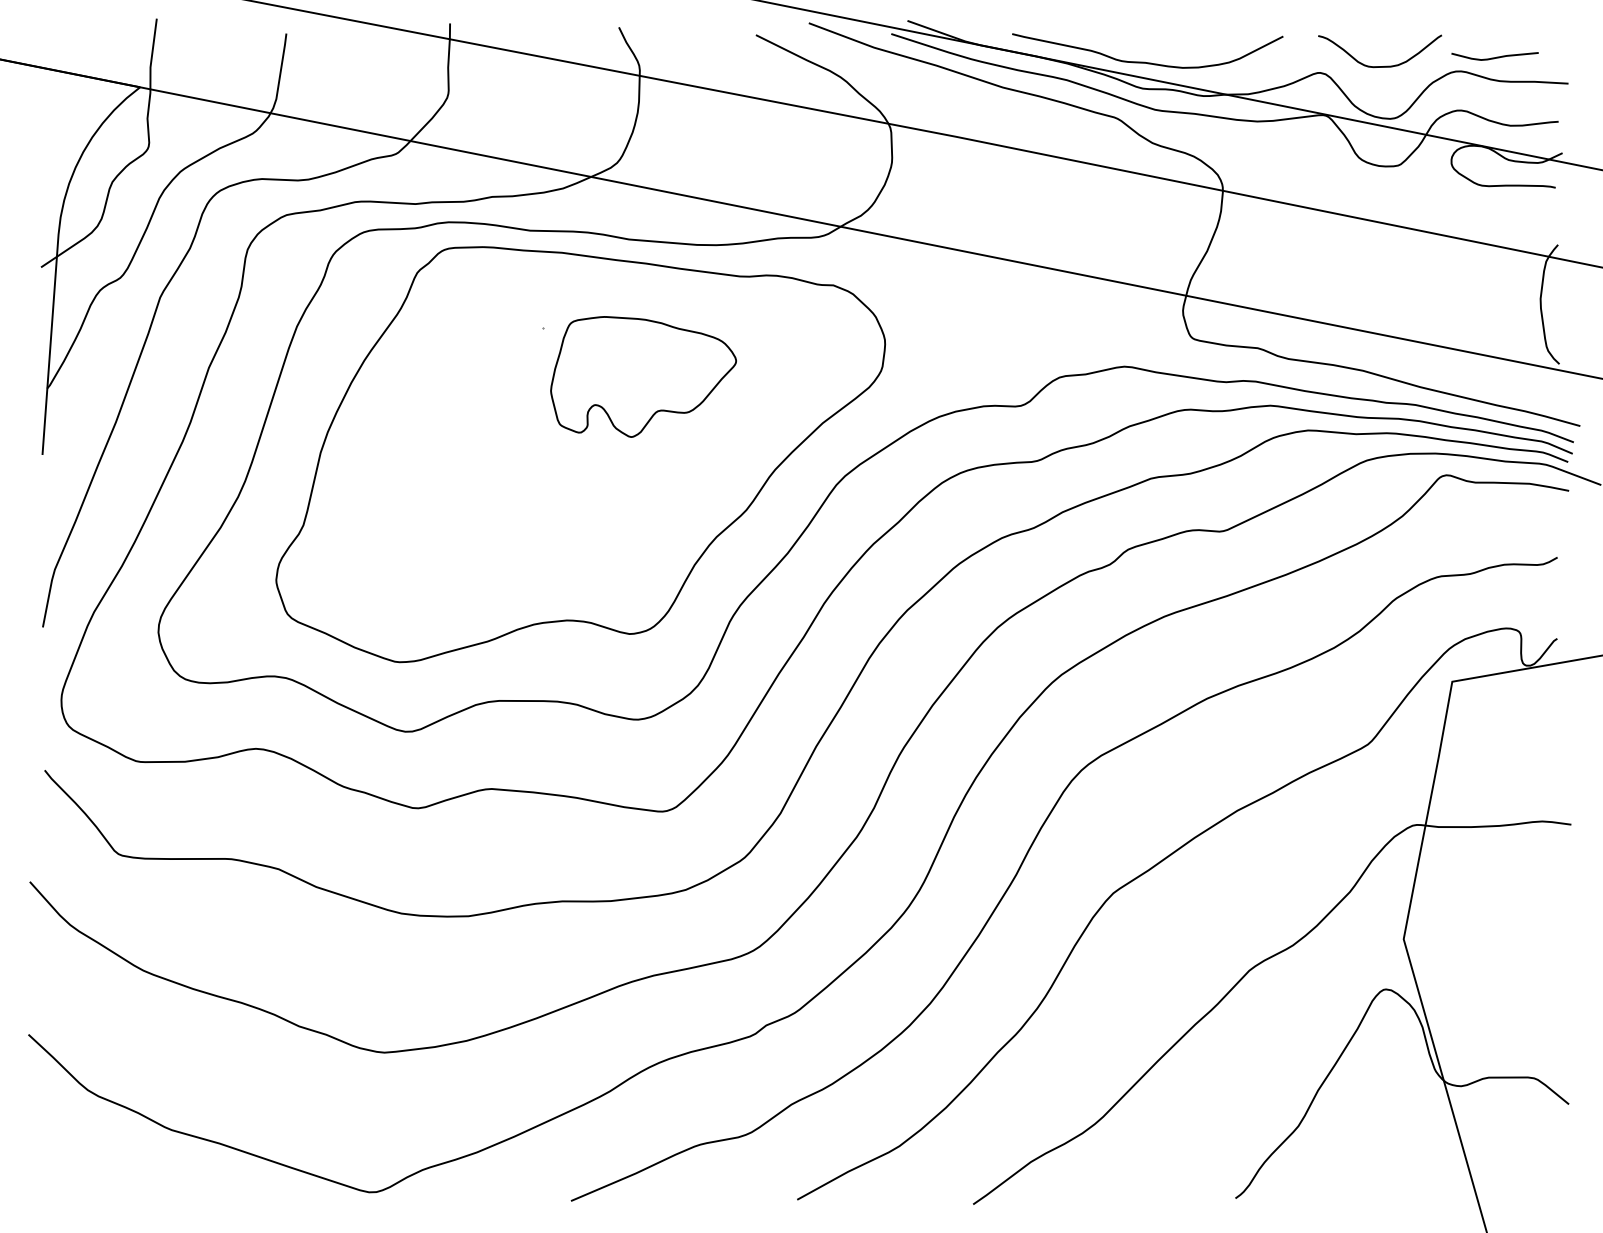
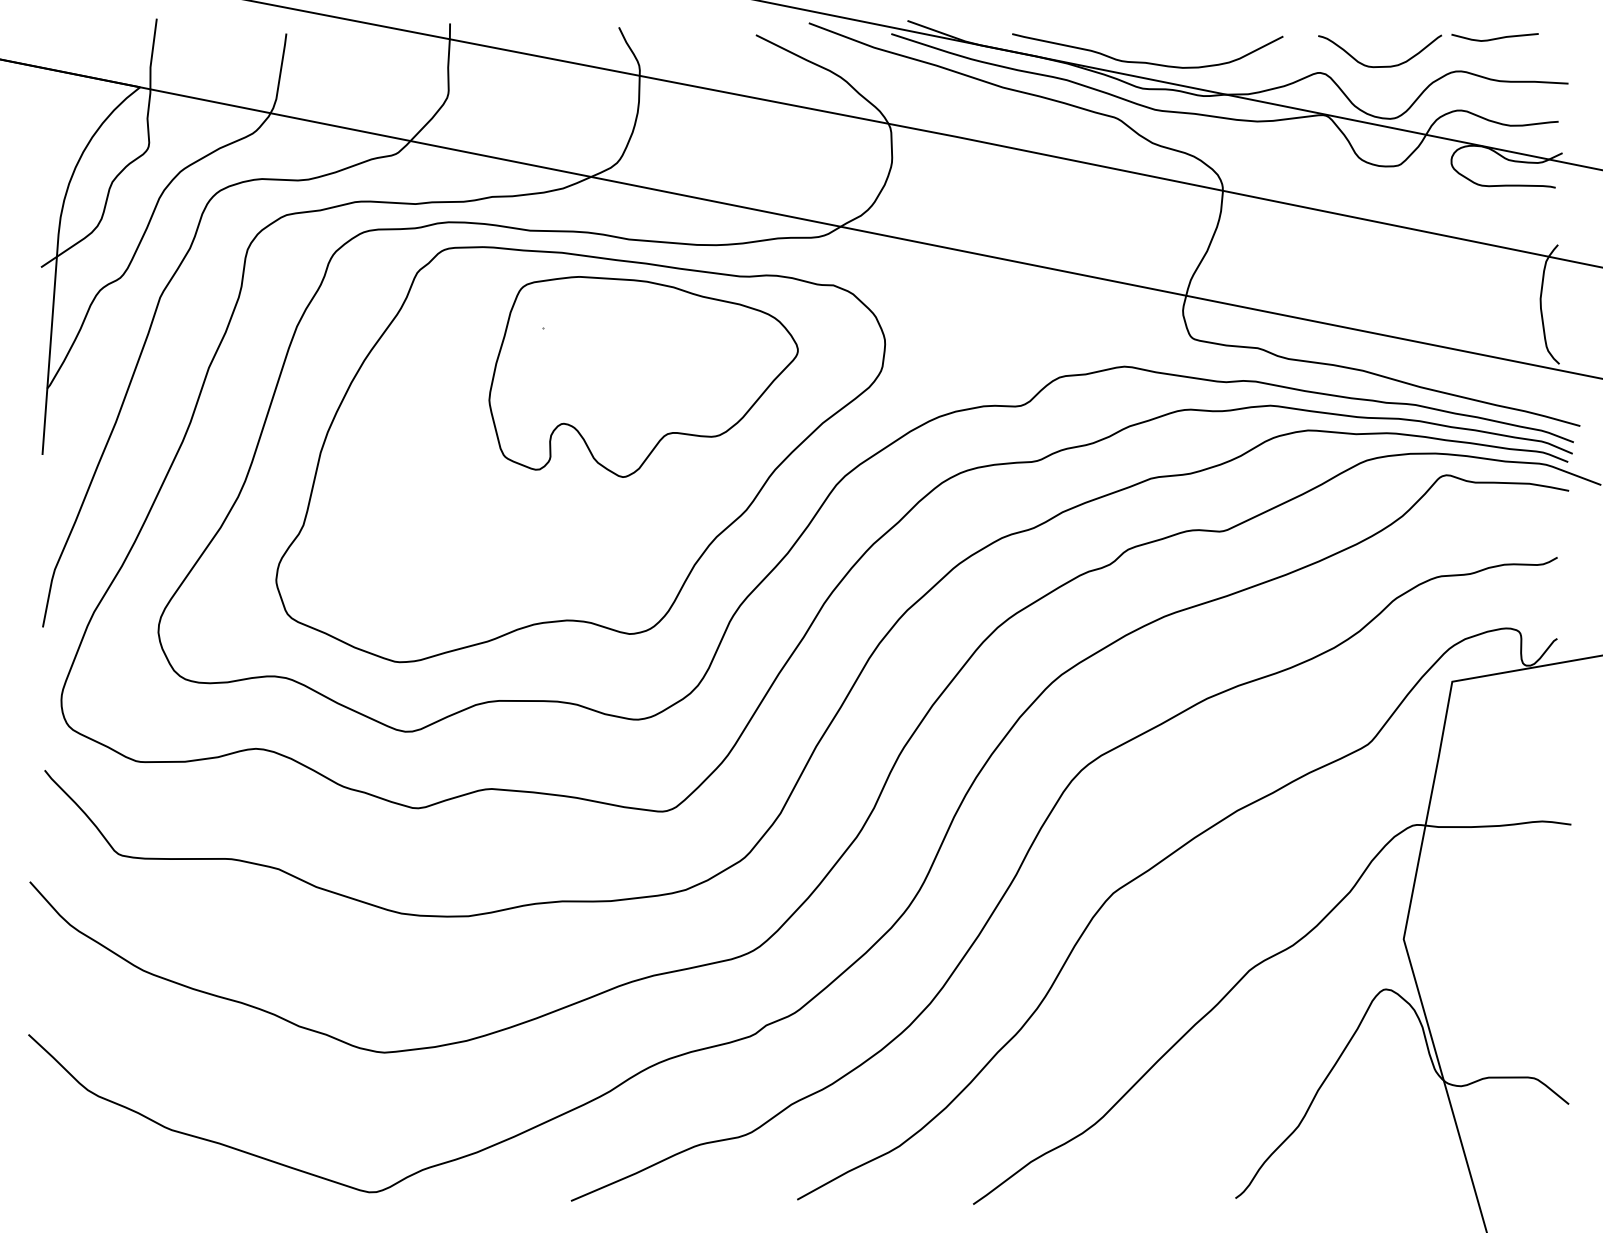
curve at (1494, 57) position: (1494, 57) -> (1494, 38)
part at (643, 376) size: 187x122 px -> 311x202 px
